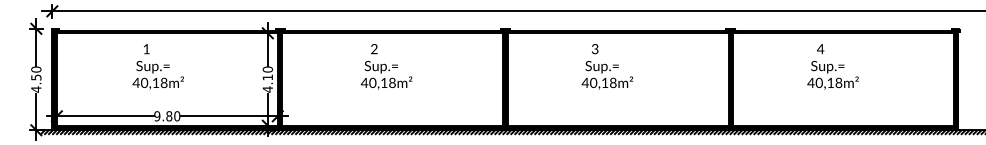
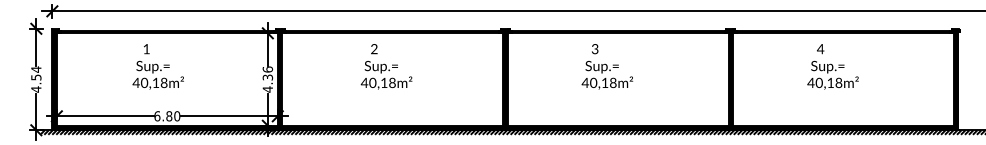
text at (36, 69): 4.50 -> 4.54
text at (267, 73): 4.10 -> 4.36
text at (157, 116): 9.80 -> 6.80
